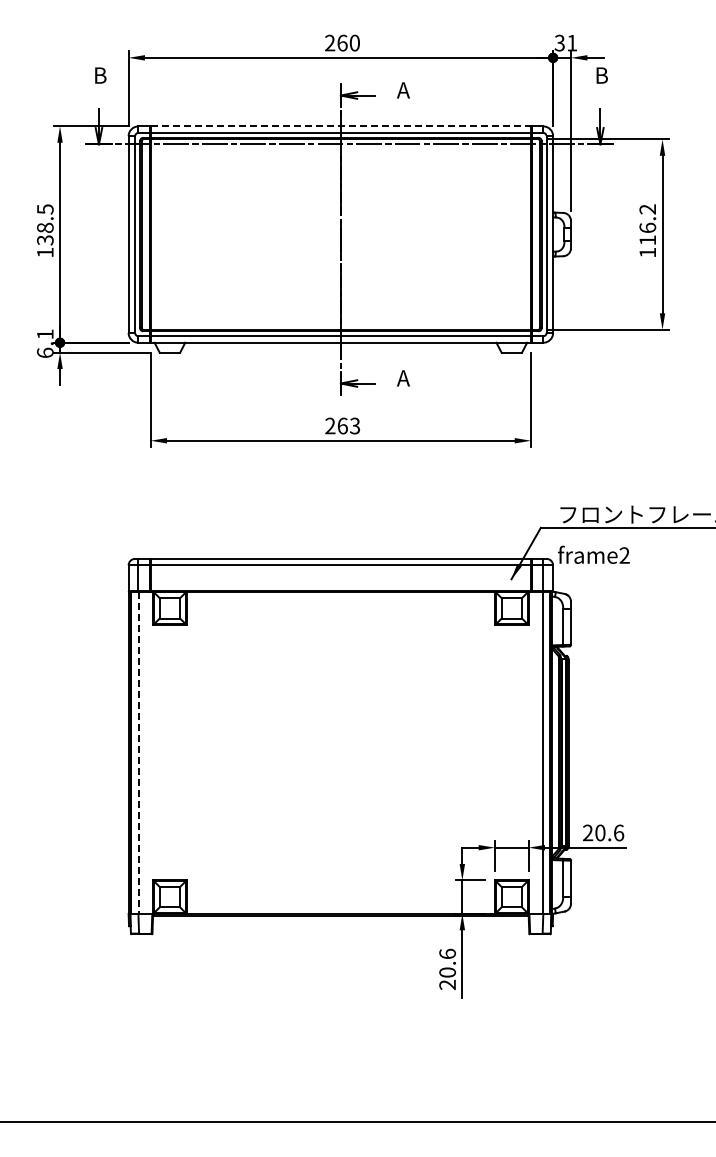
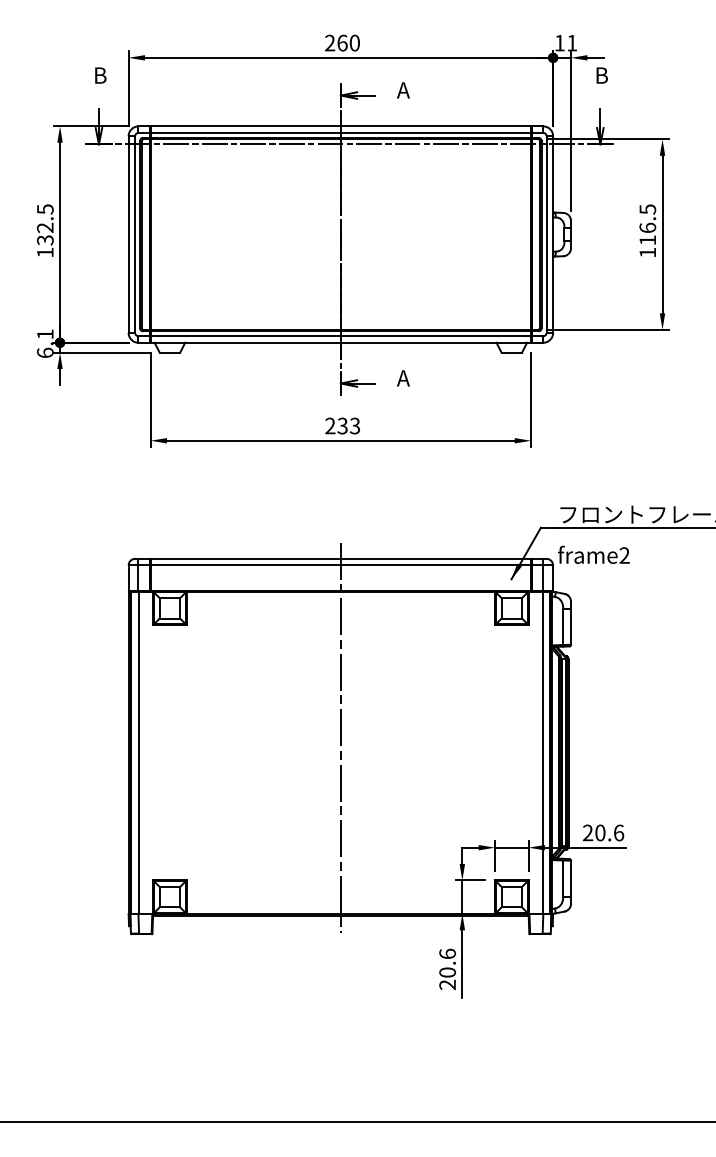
text at (559, 42): 31 -> 11
line at (341, 126): dashed -> solid
text at (647, 209): 116.2 -> 116.5
text at (45, 227): 138.5 -> 132.5
text at (342, 425): 263 -> 233
line at (340, 737): none -> present
line at (138, 753): dashed -> solid
